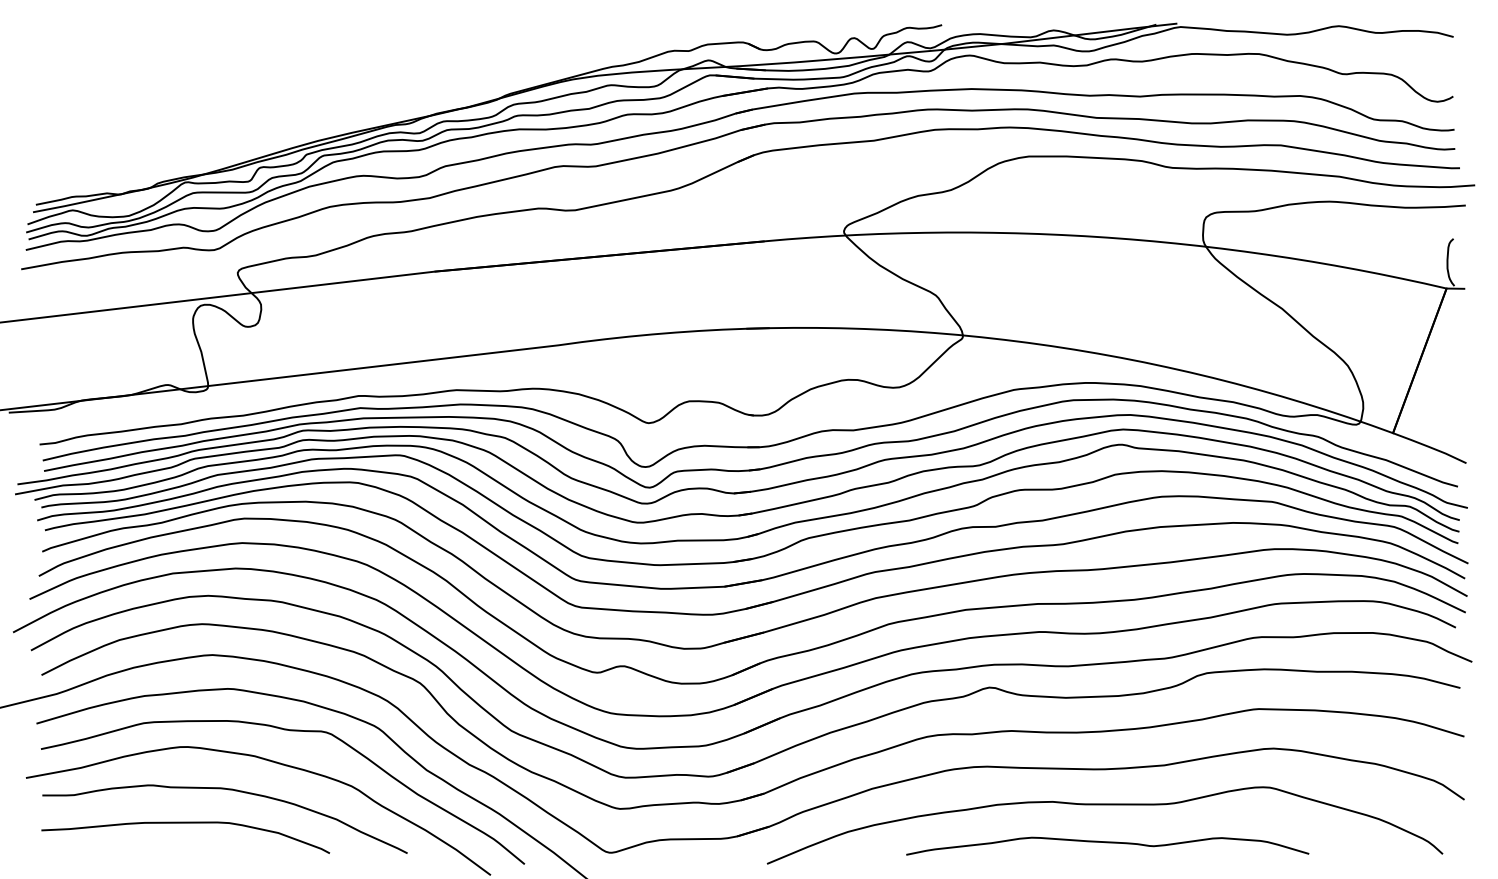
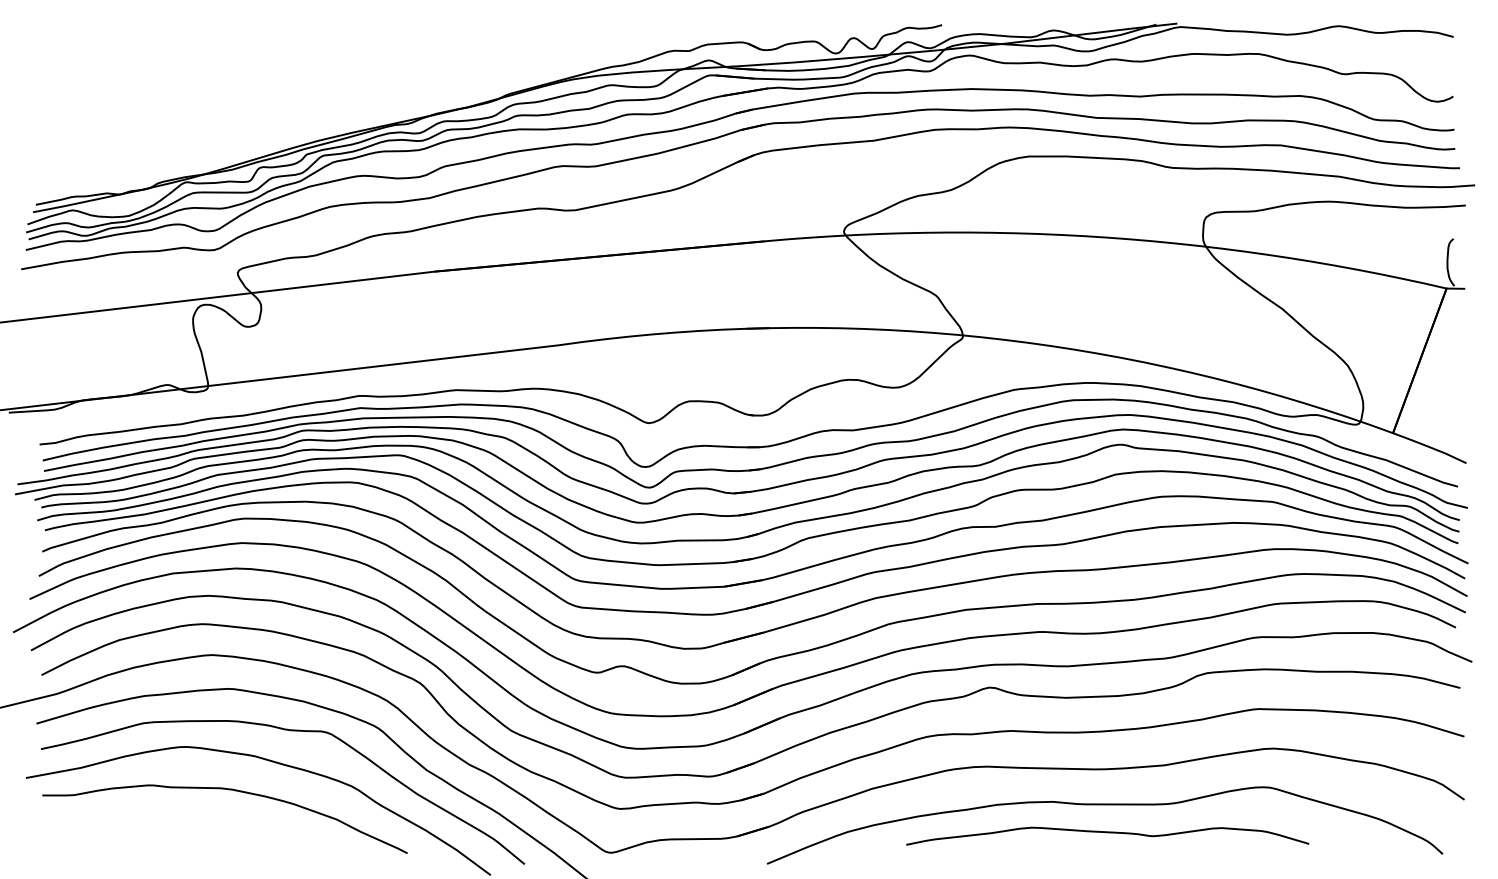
curve at (185, 823): present -> none
curve at (1107, 843) position: (1107, 843) -> (1107, 833)
